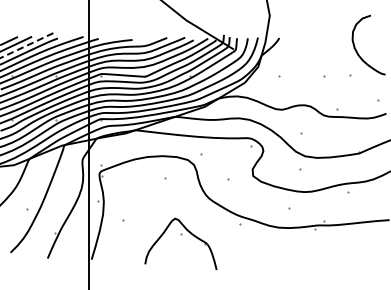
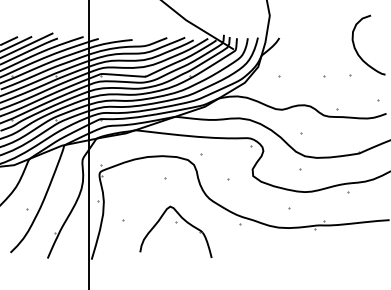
line at (26, 45): dashed -> solid
part at (181, 235) position: (181, 235) -> (176, 223)
